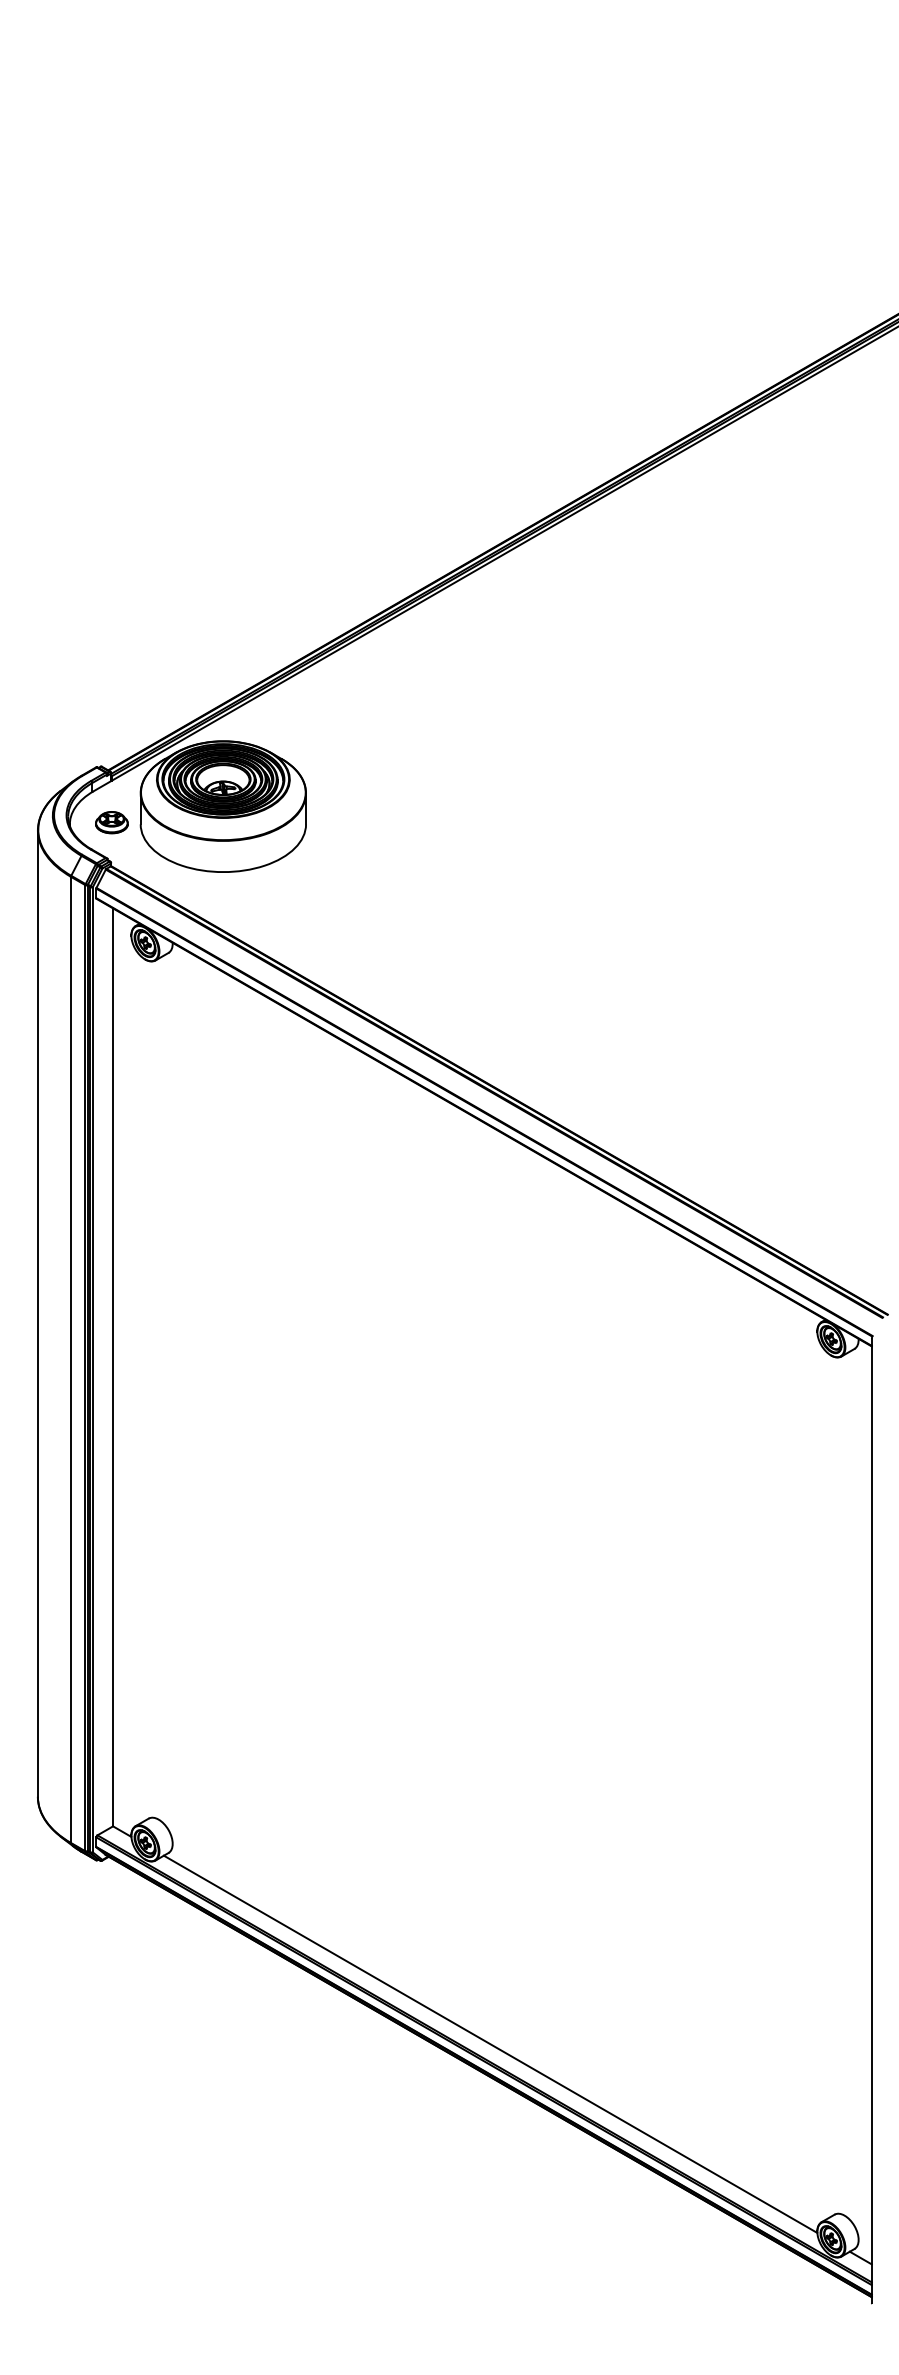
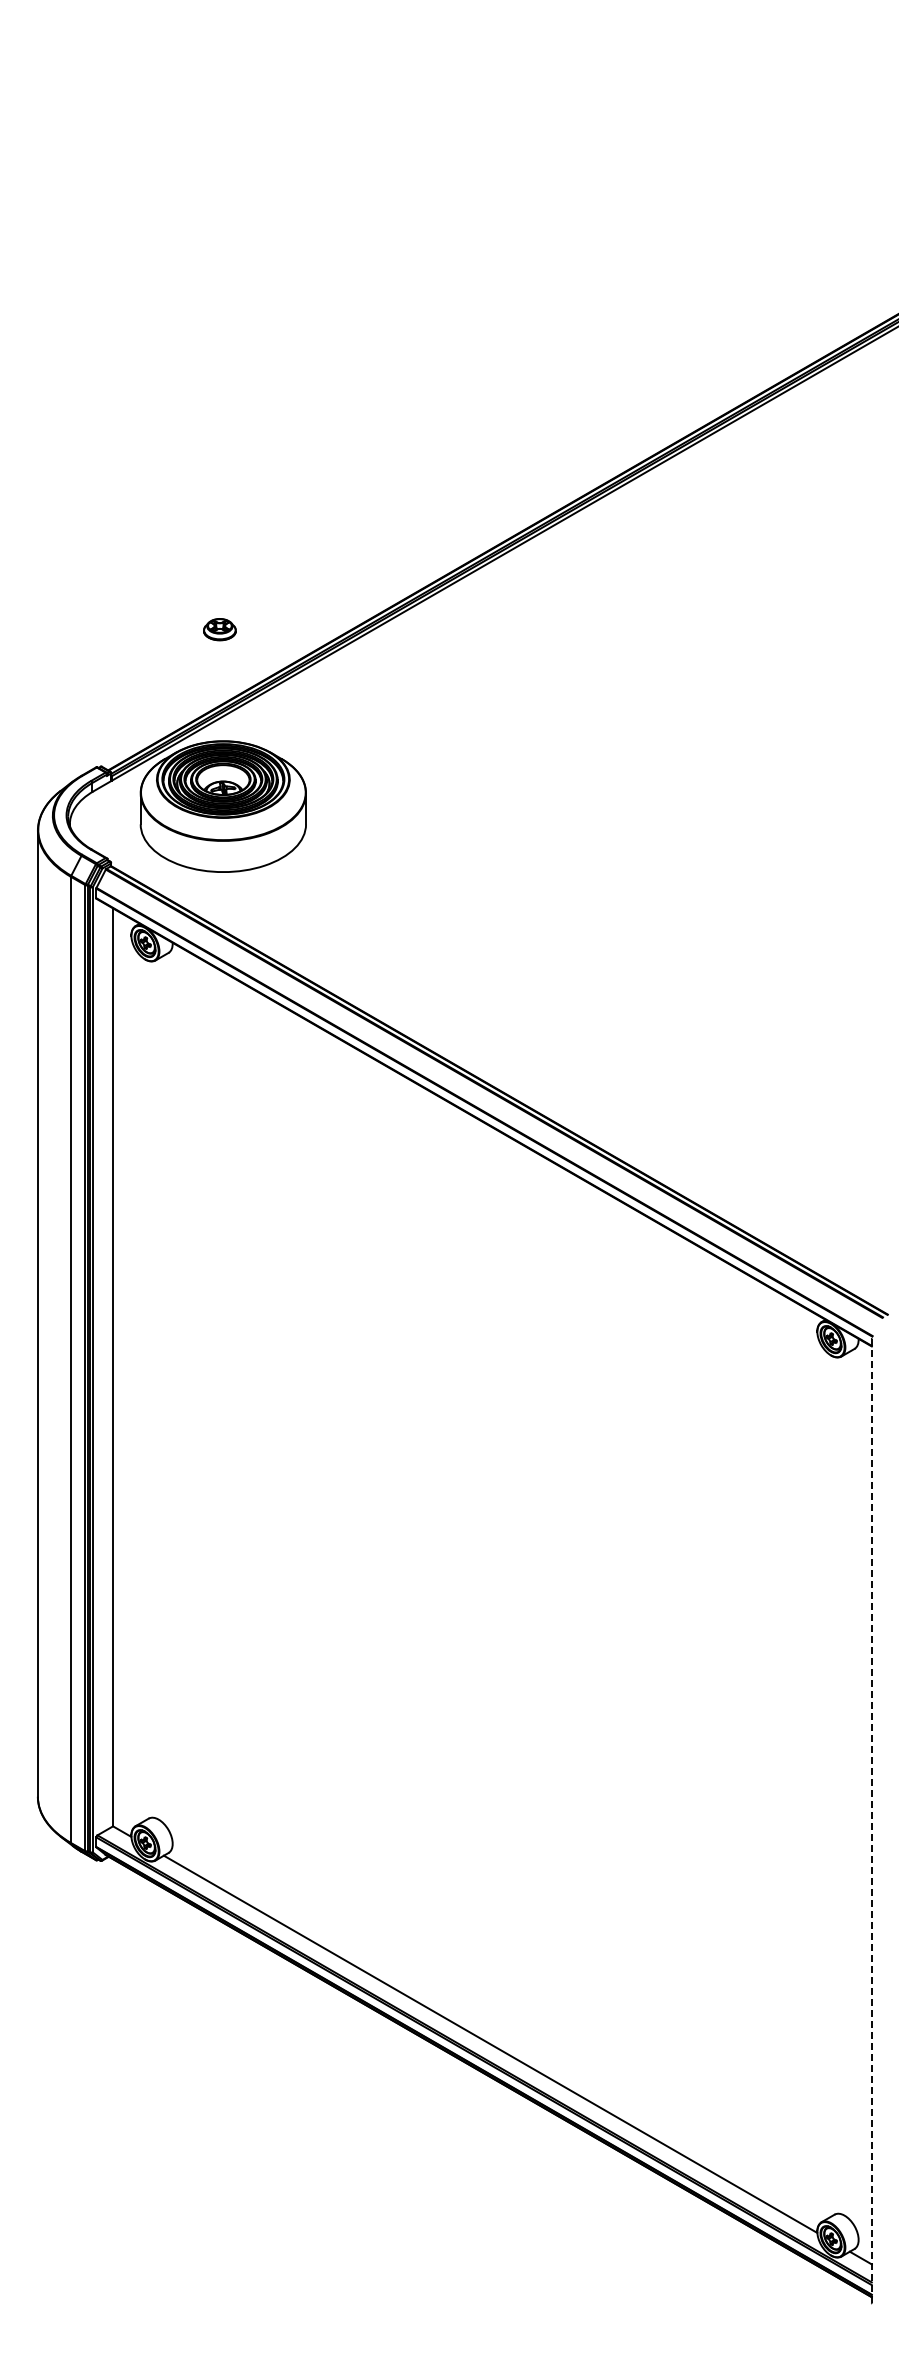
part at (111, 822) position: (111, 822) -> (219, 629)
line at (871, 1820): solid -> dashed
